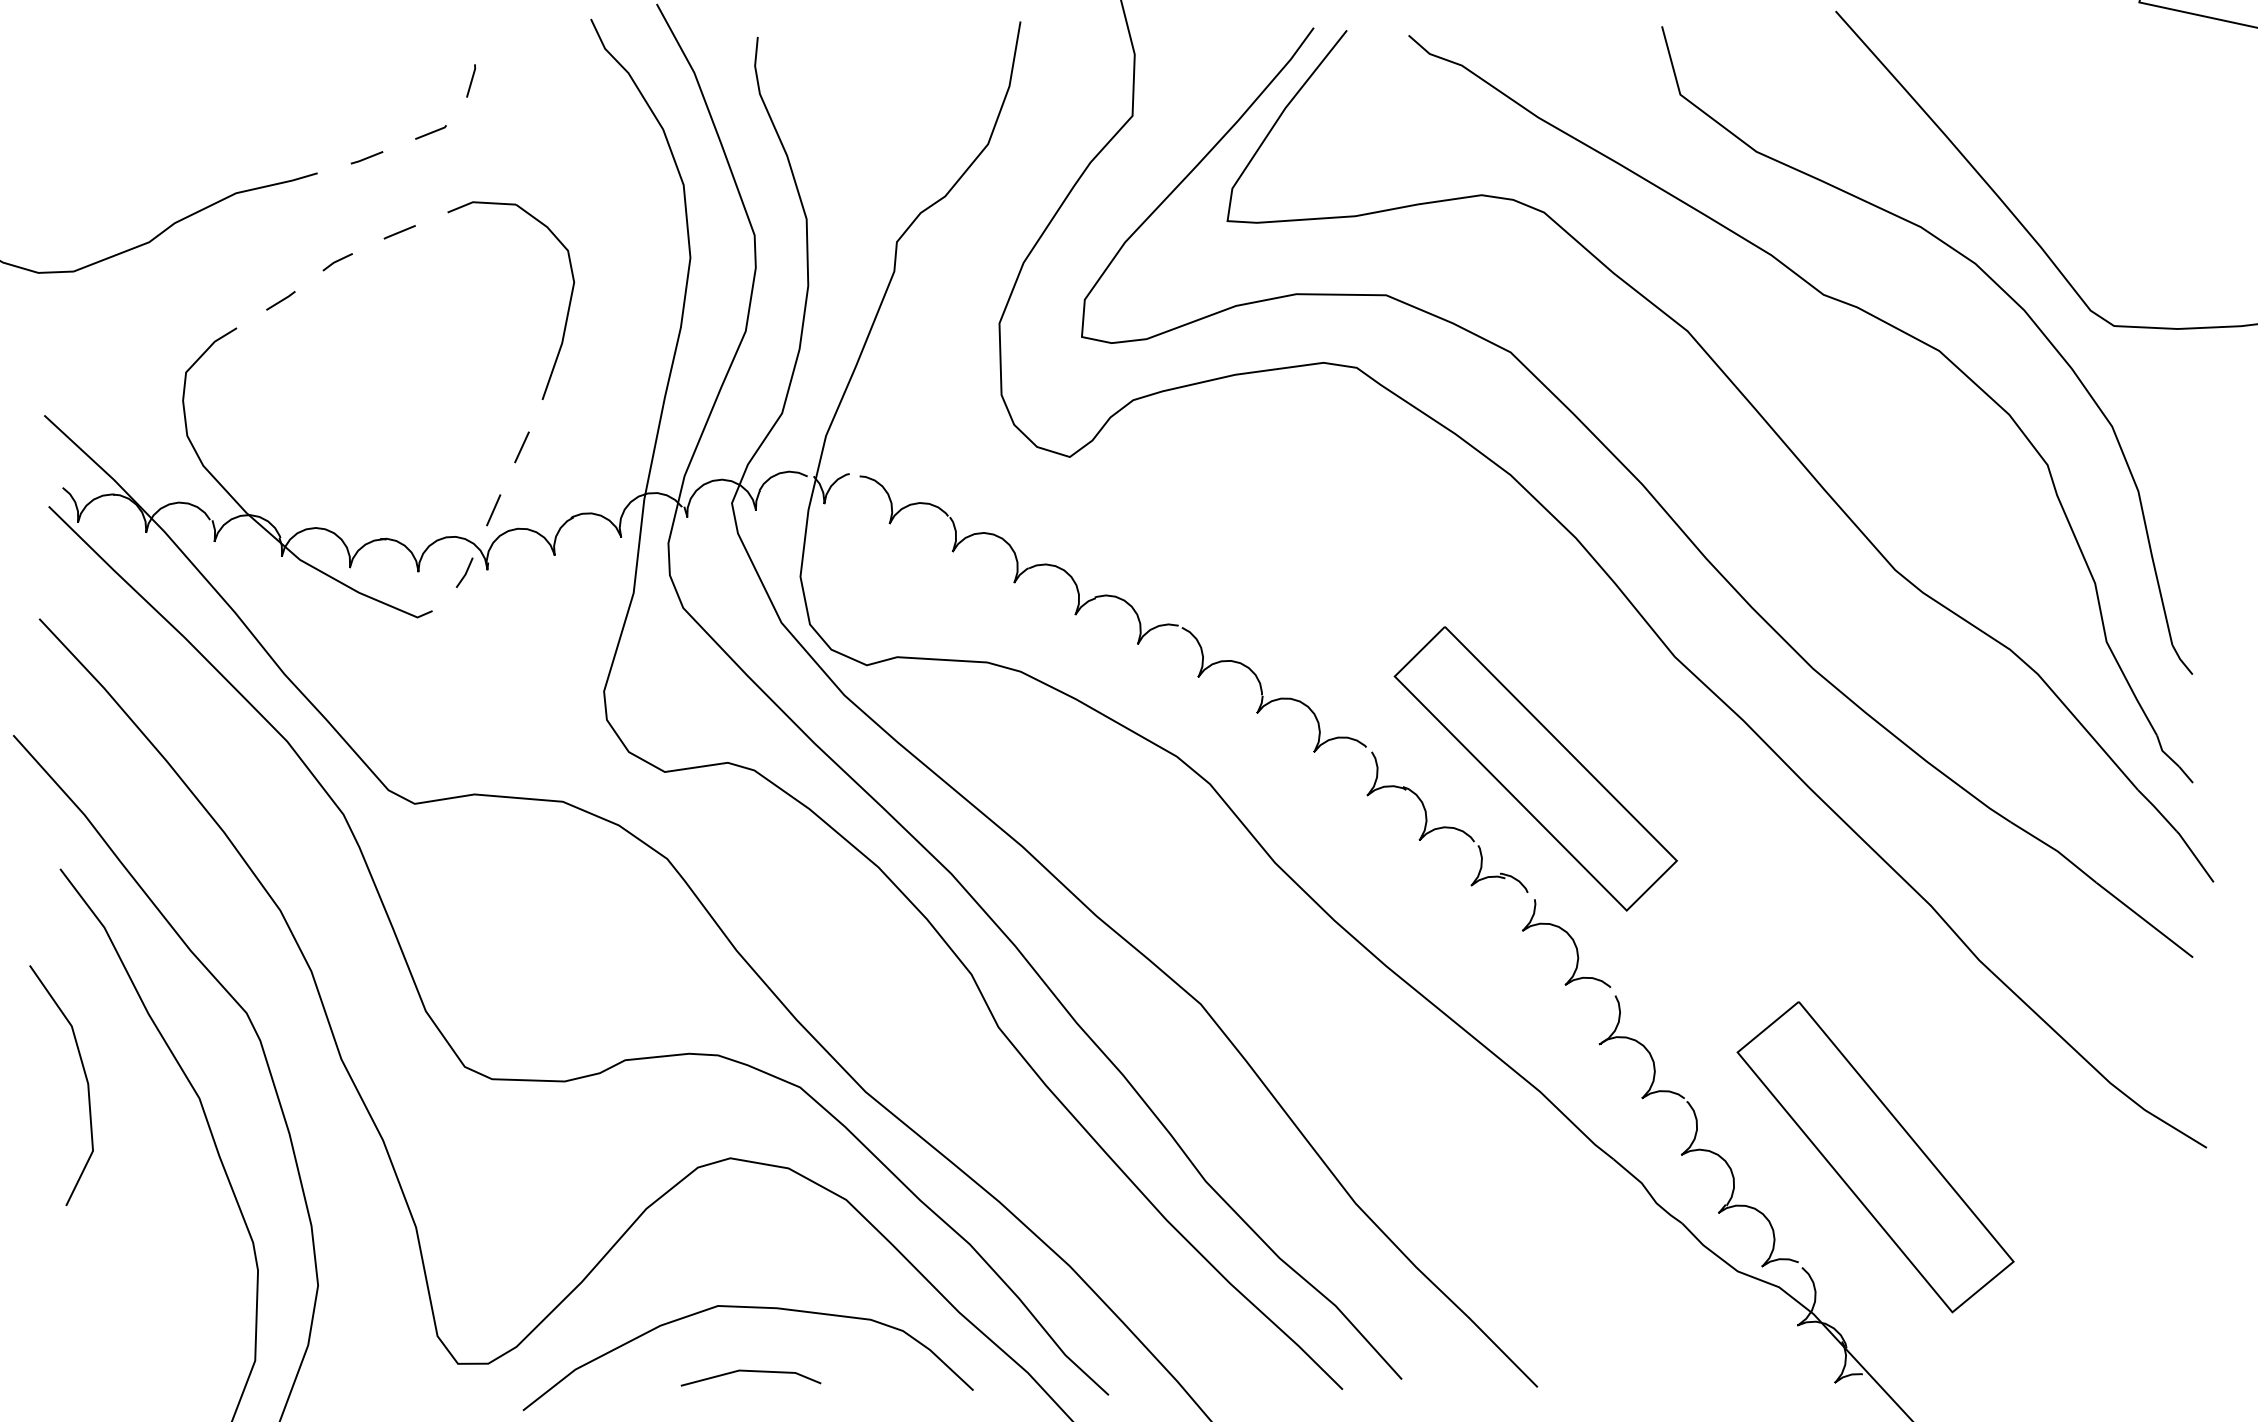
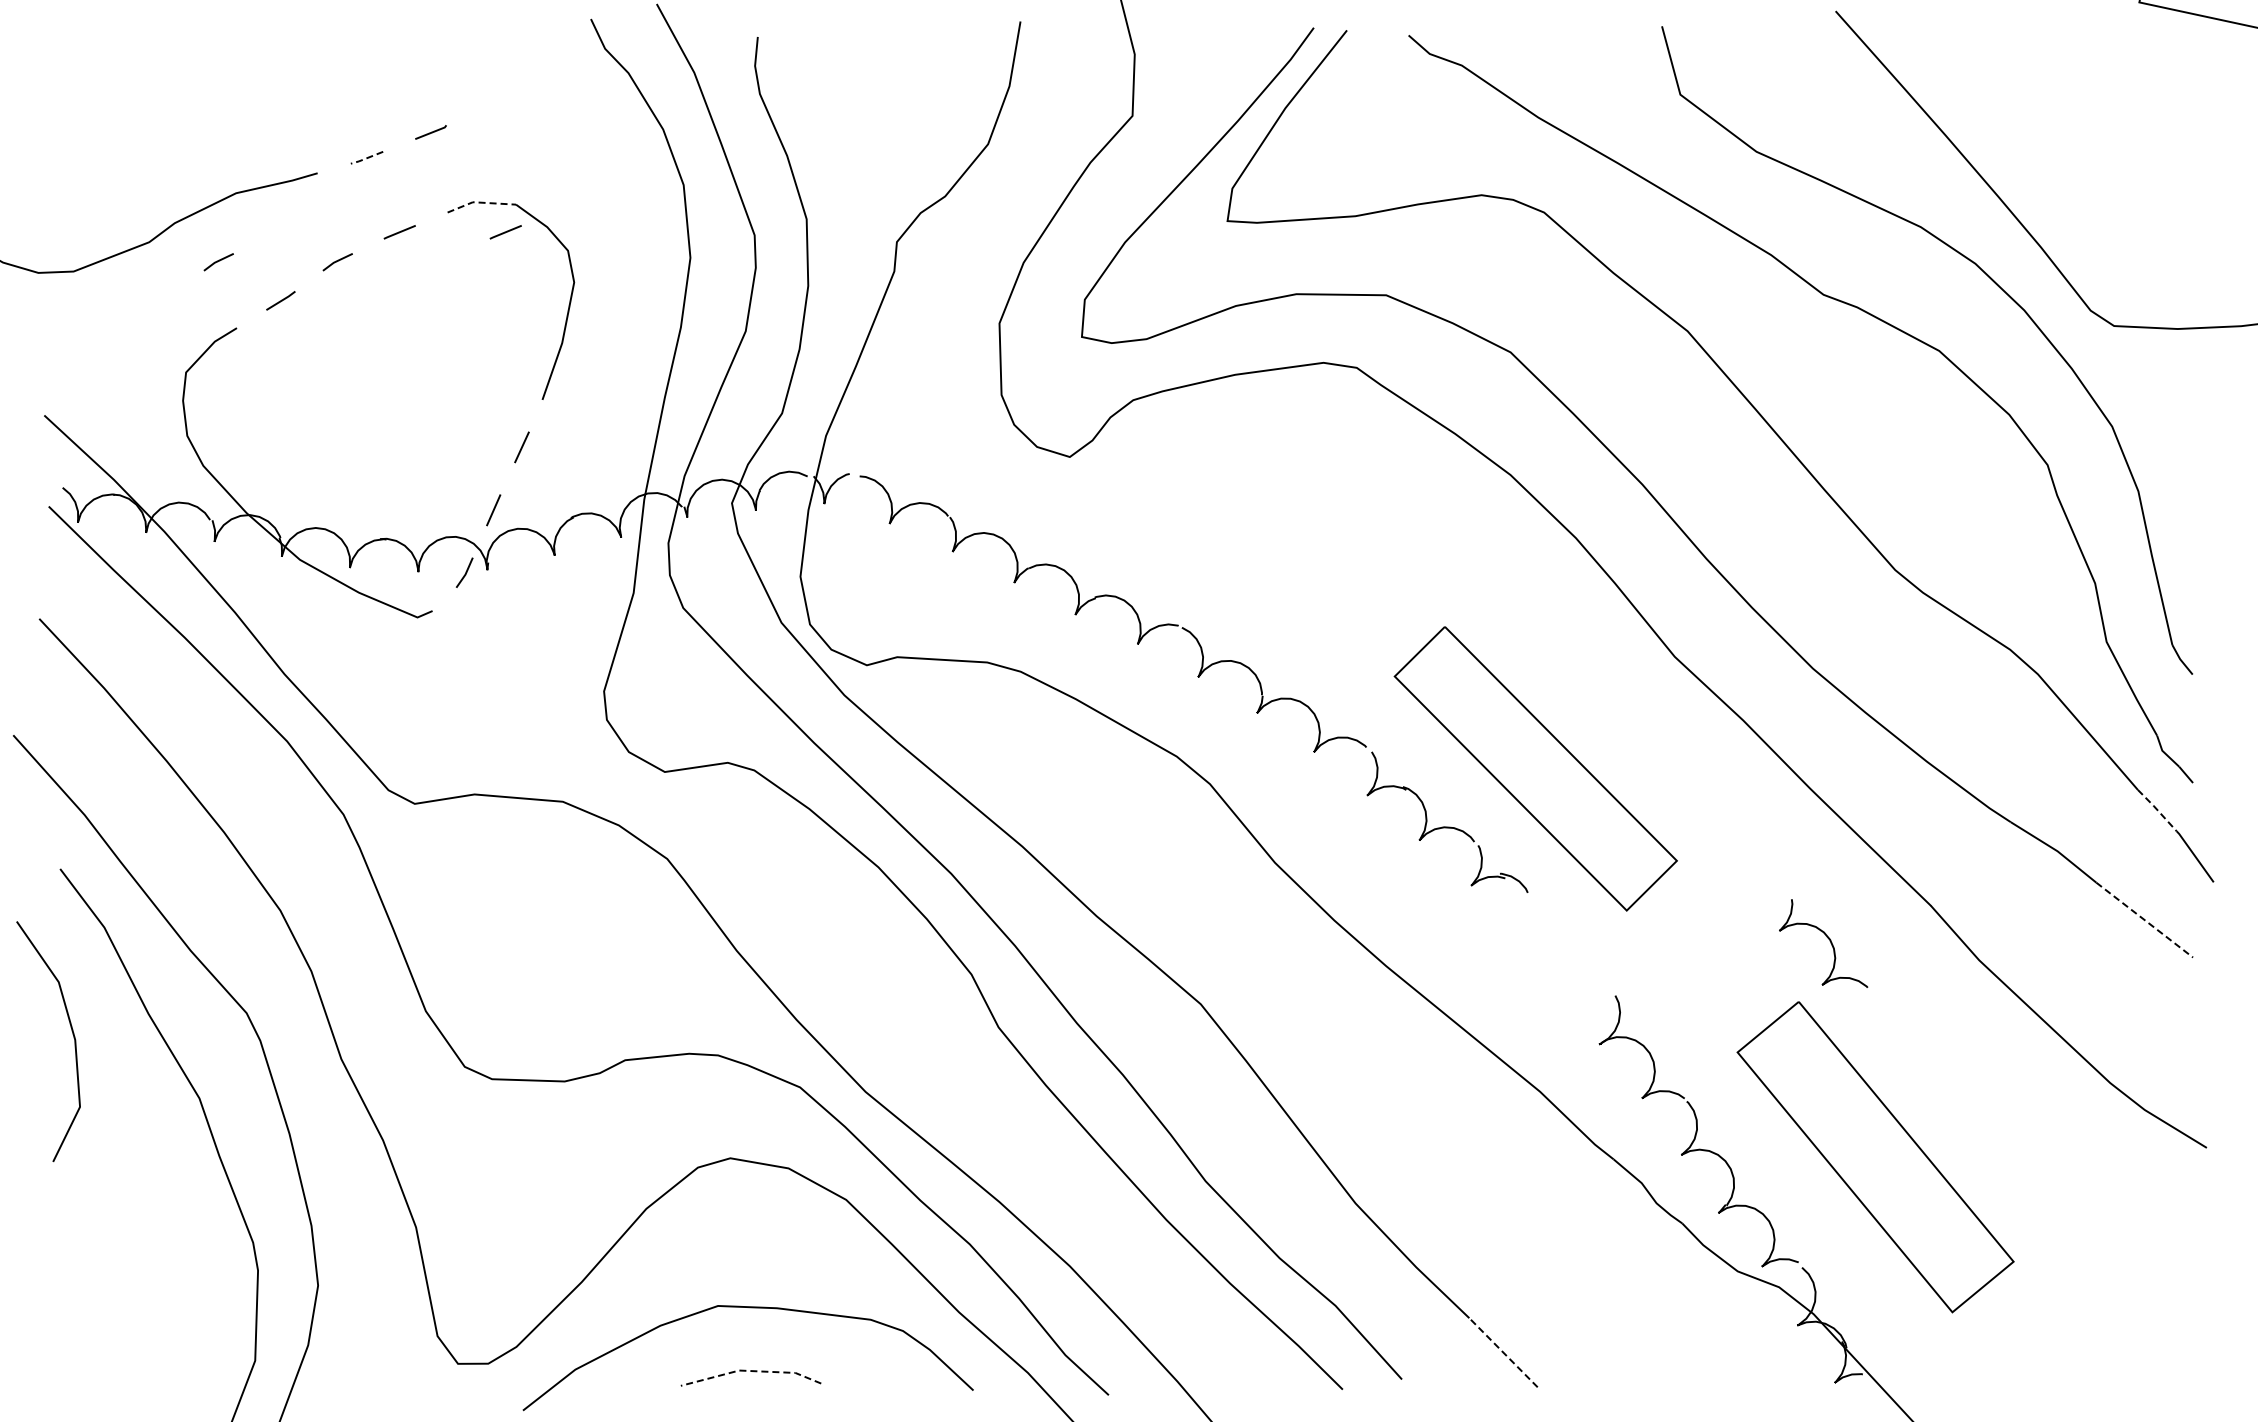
line at (470, 80): present -> none
line at (366, 158): solid -> dashed
line at (480, 202): solid -> dashed
line at (505, 232): none -> present
line at (218, 261): none -> present
line at (2157, 810): solid -> dashed
line at (2145, 920): solid -> dashed
curve at (1572, 941) position: (1572, 941) -> (1829, 941)
line at (85, 1078) position: (85, 1078) -> (72, 1034)
line at (1502, 1352): solid -> dashed
line at (751, 1371): solid -> dashed
